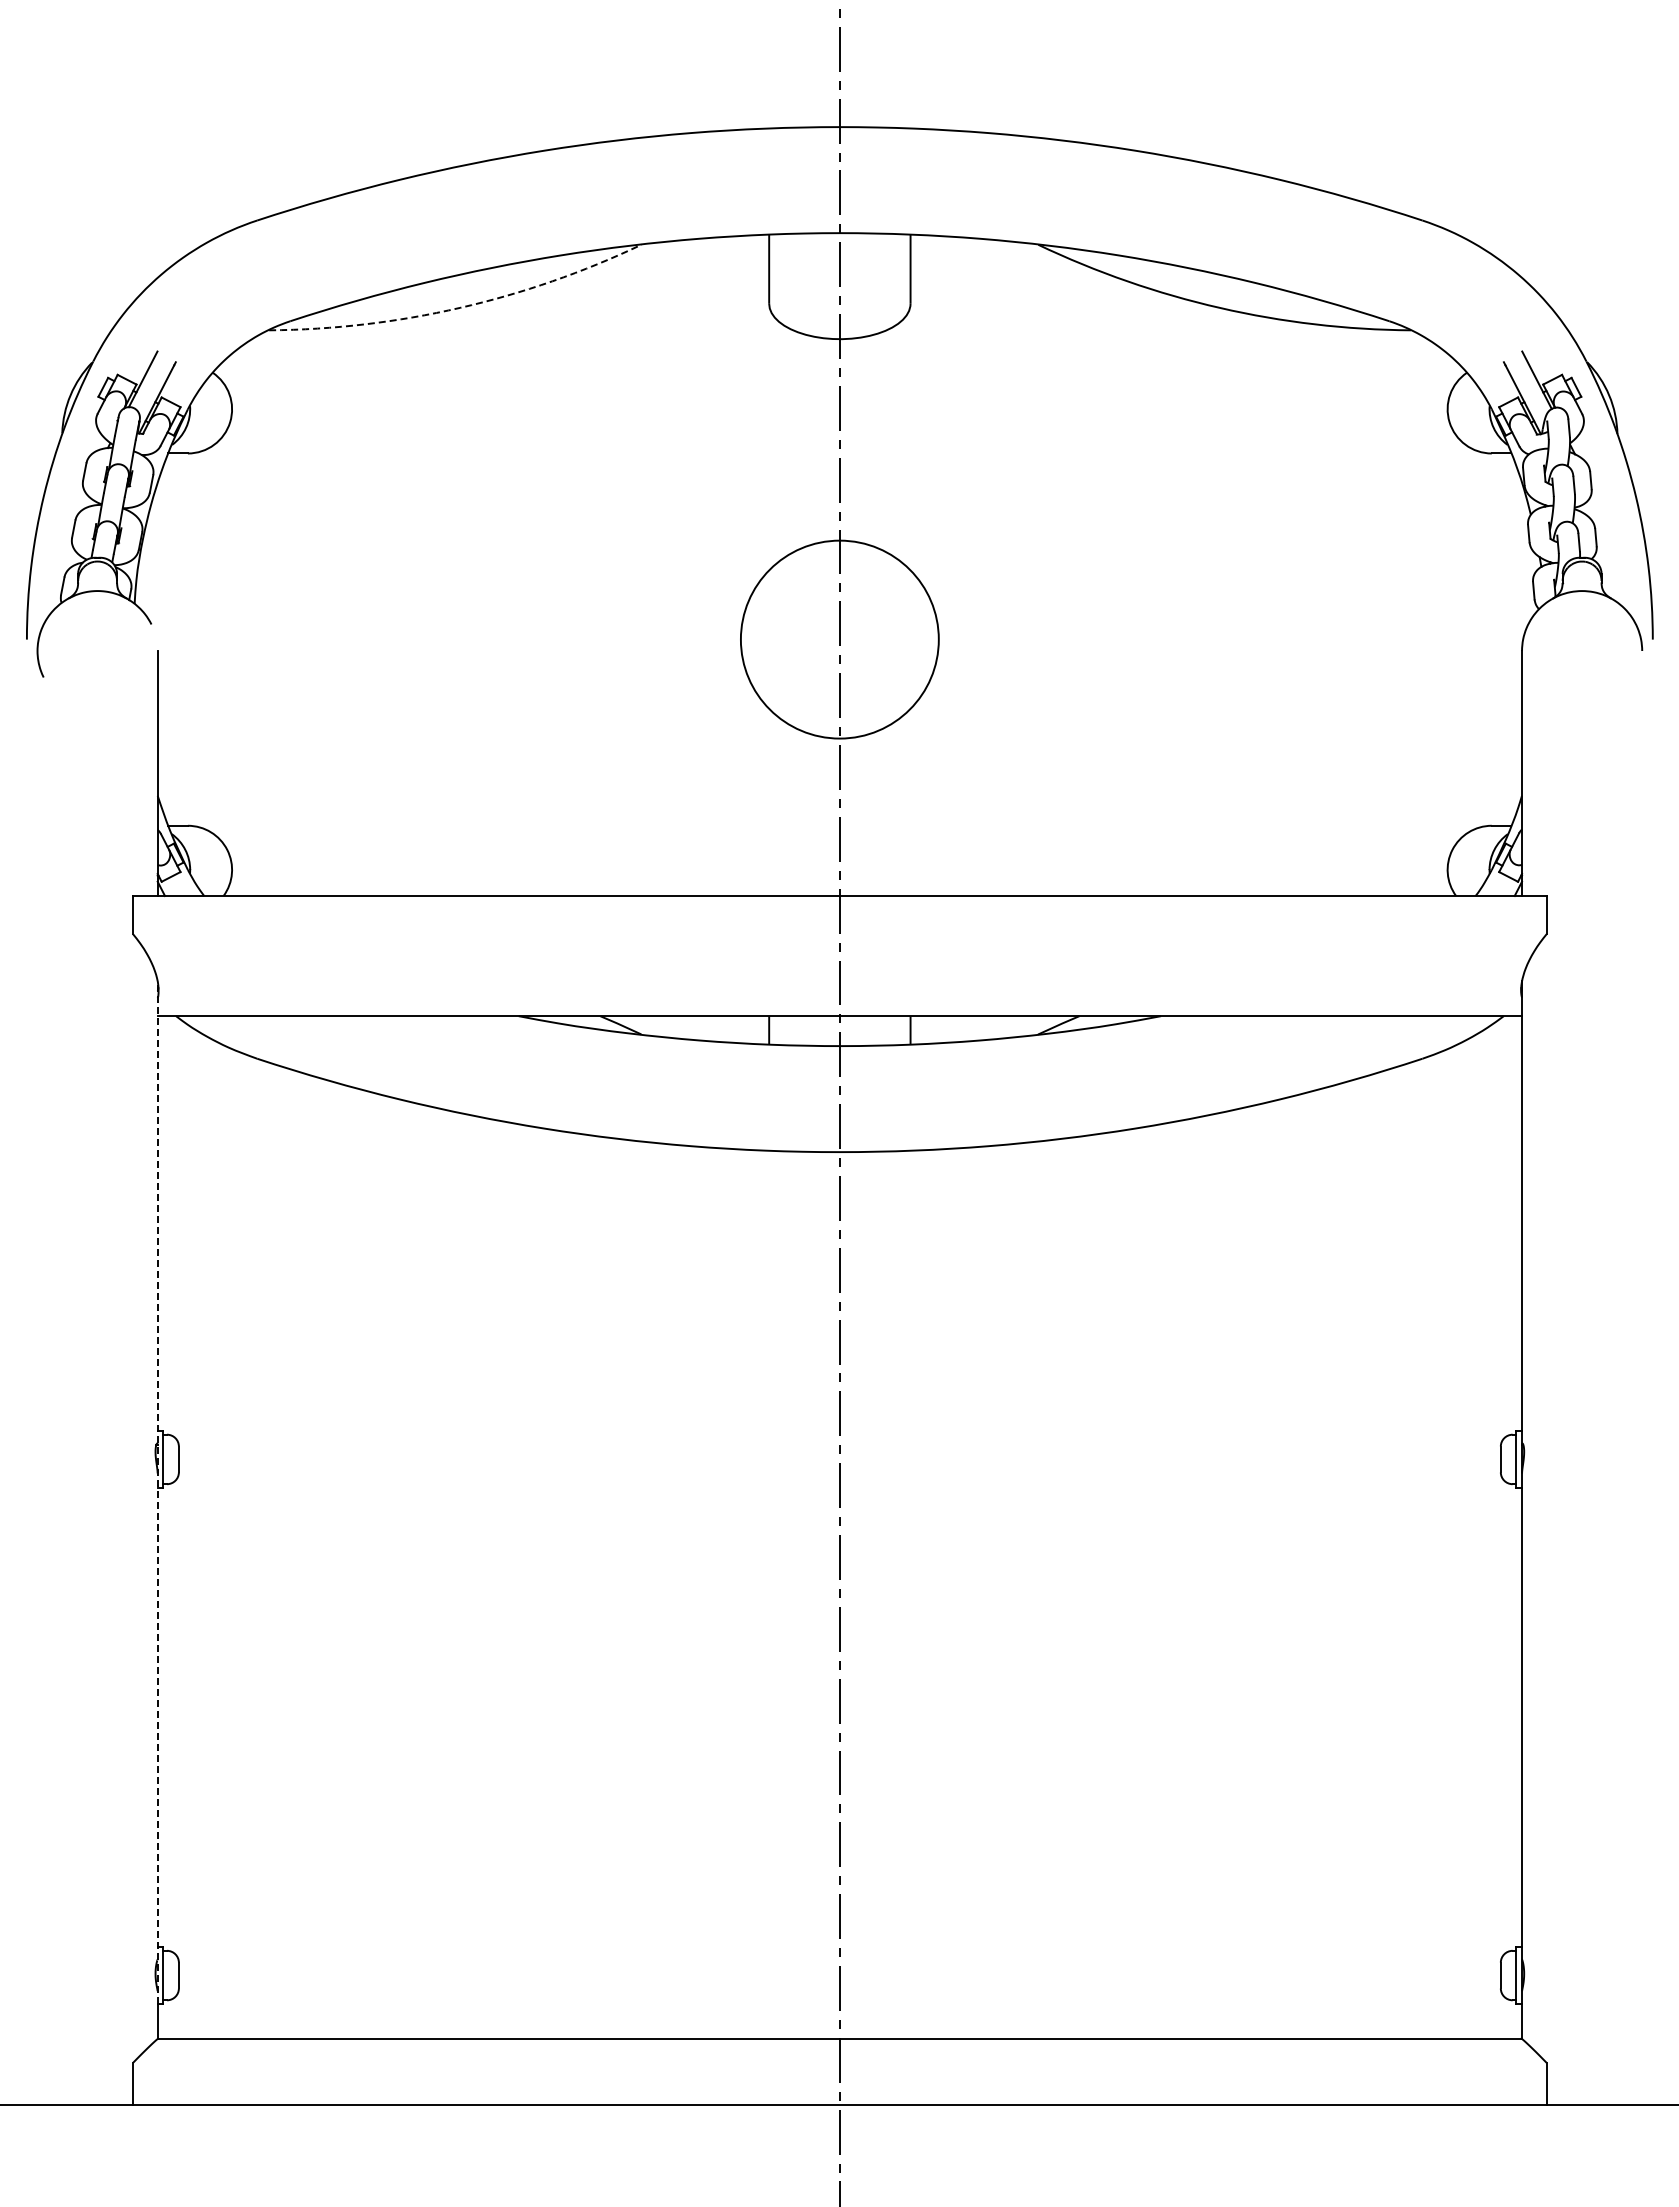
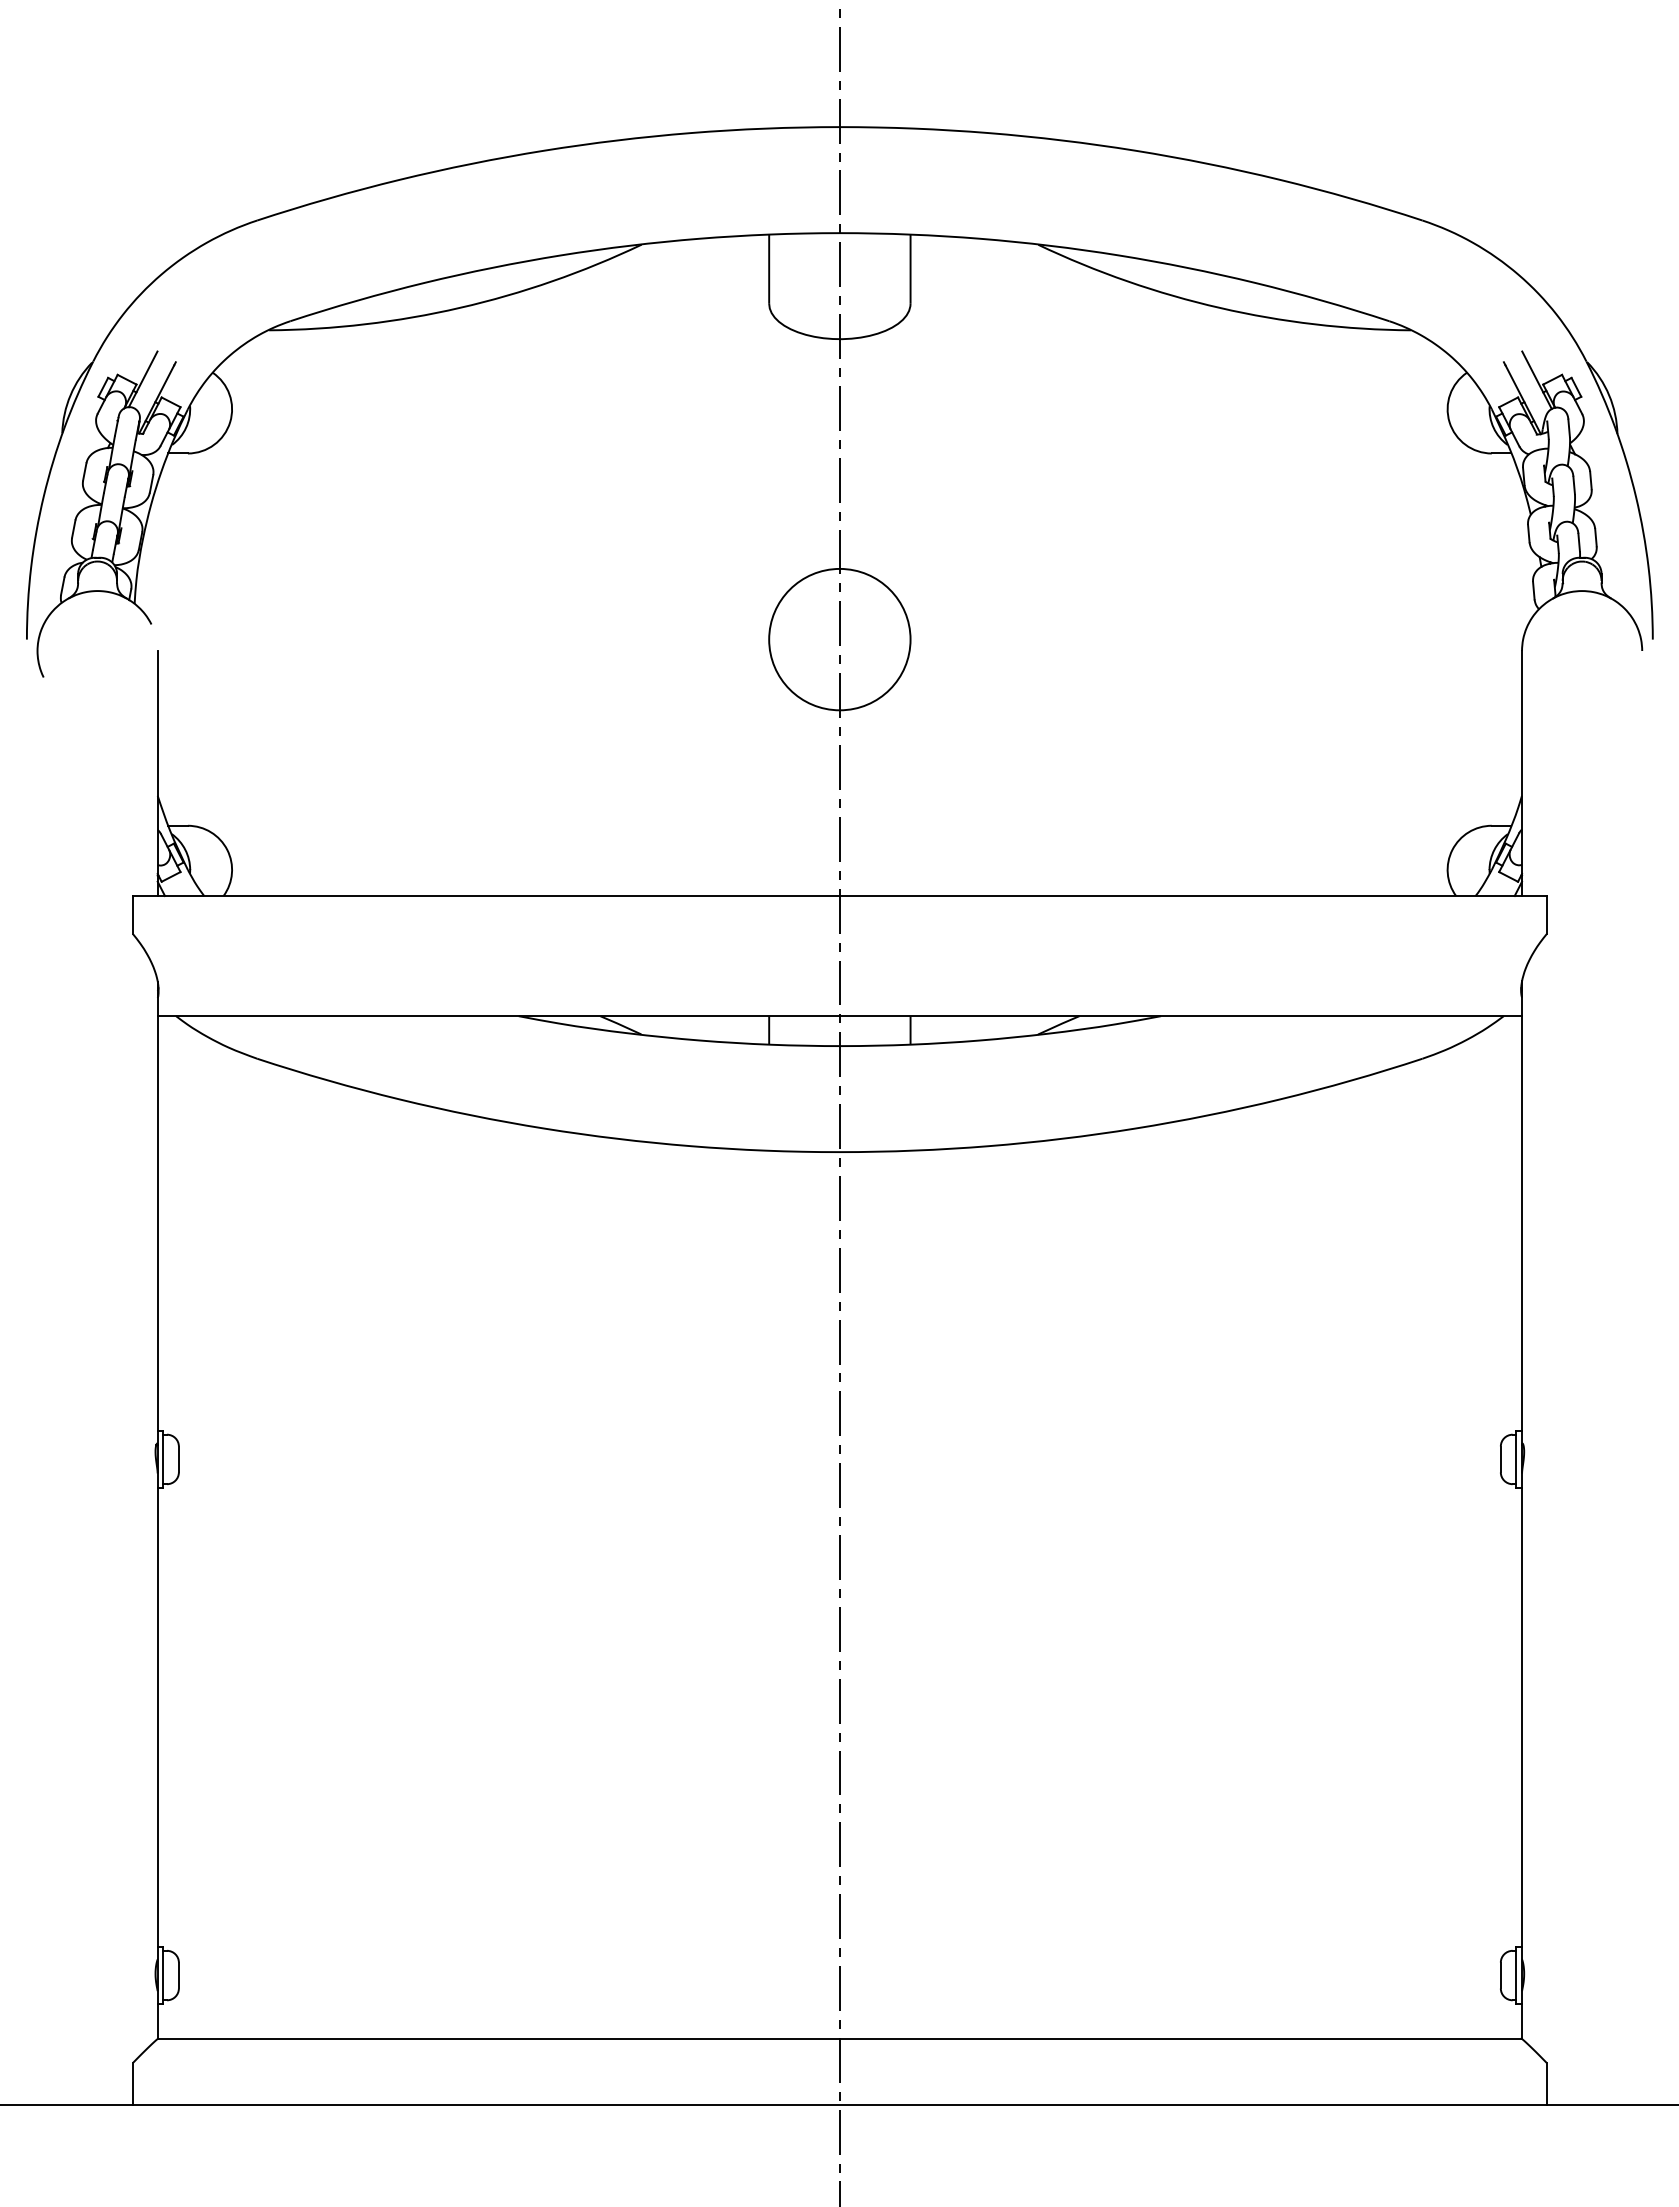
arc at (460, 307): dashed -> solid
circle at (839, 639) diameter: 198 px -> 141 px
line at (157, 1492): dashed -> solid
